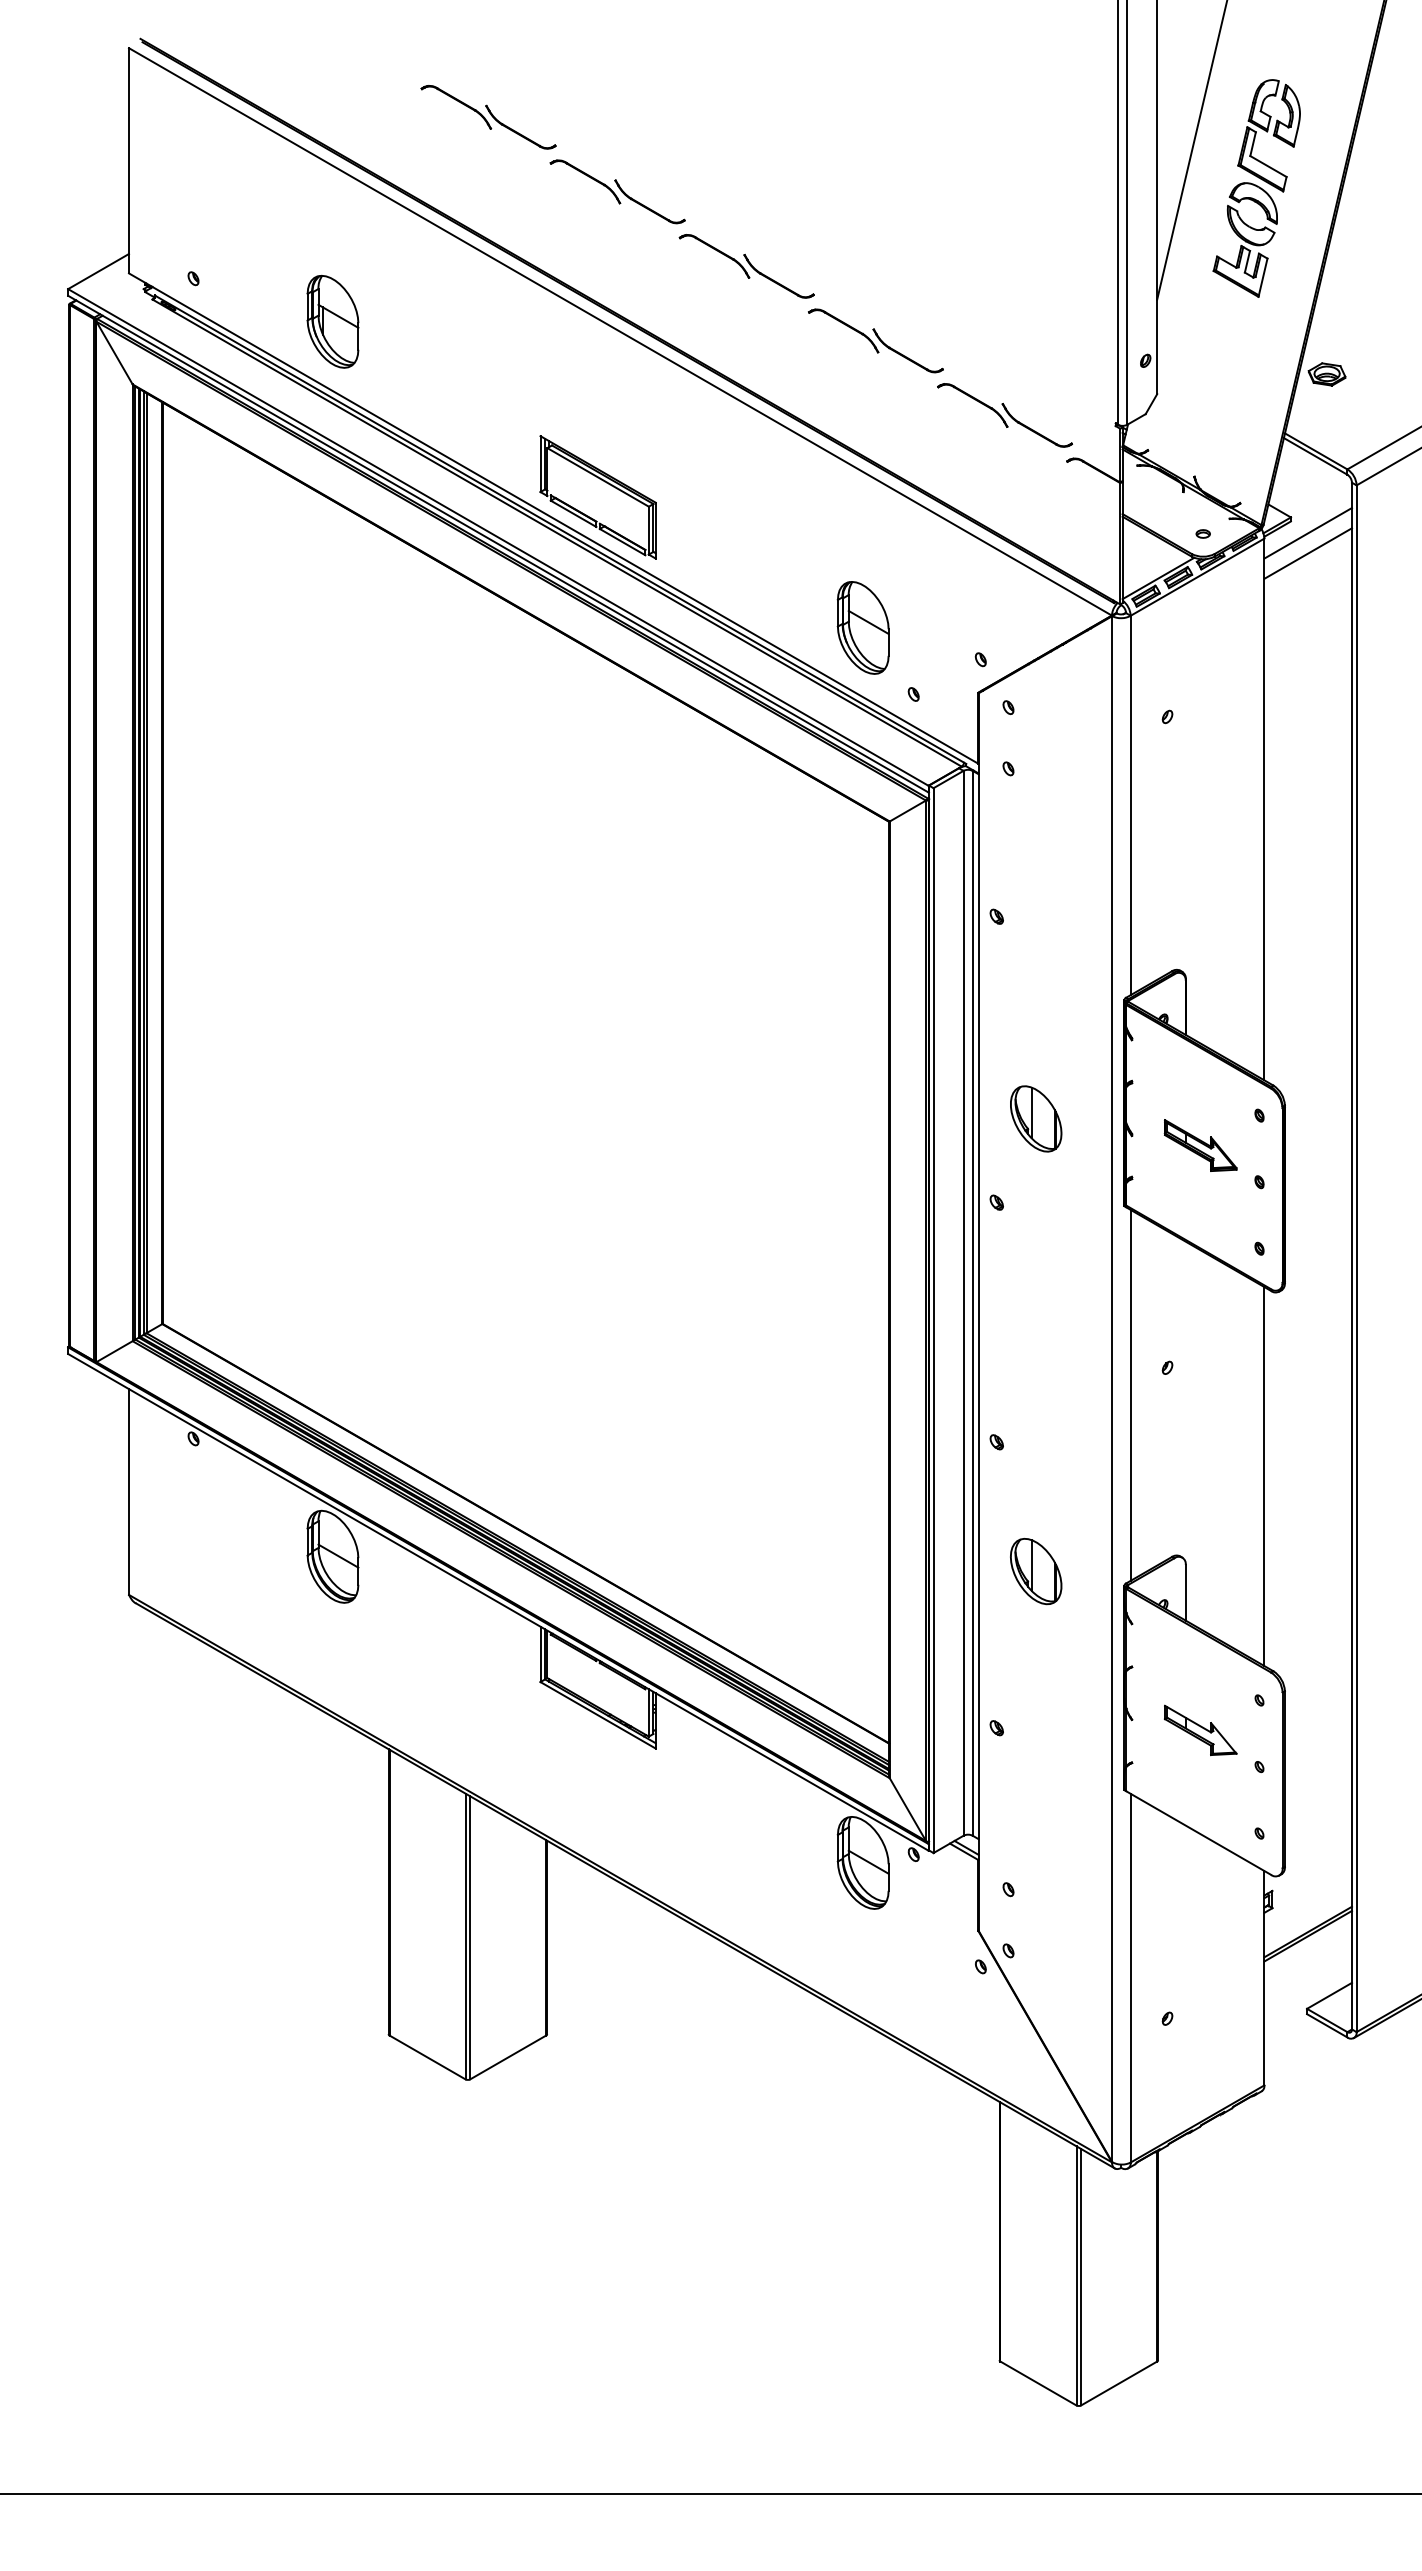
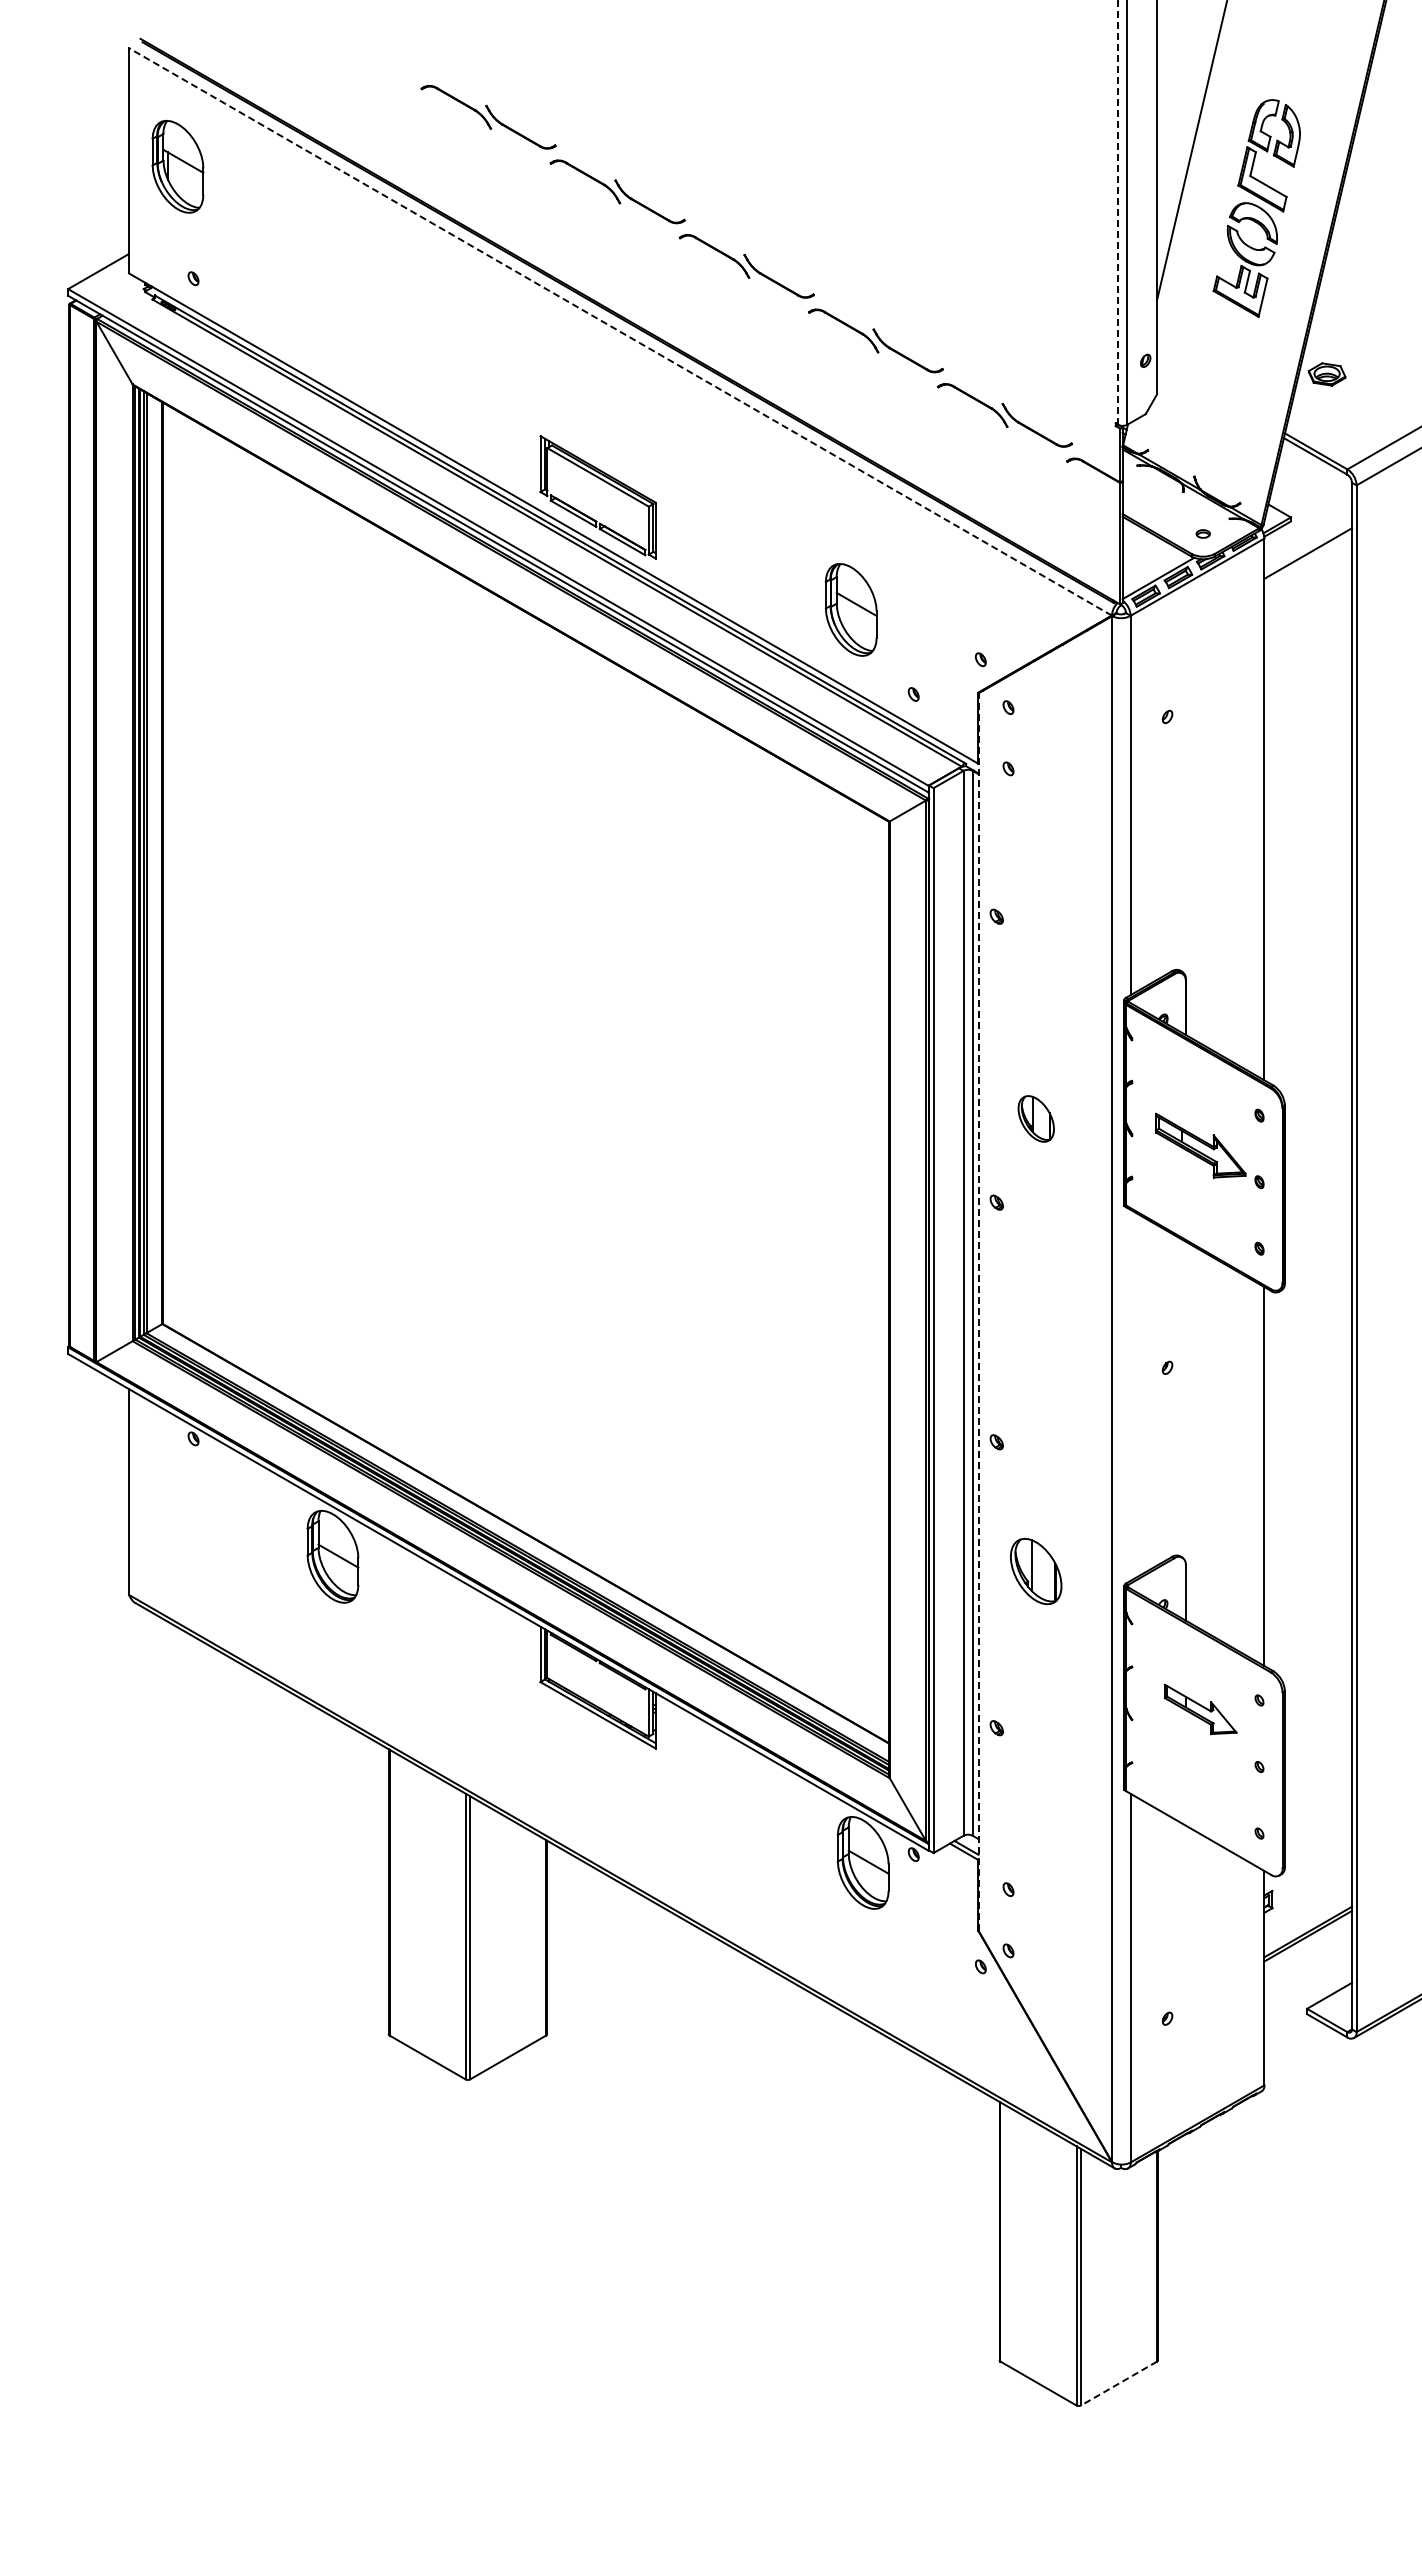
part at (1256, 188) position: (1256, 188) -> (1256, 208)
line at (1118, 212): solid -> dashed
part at (332, 321) position: (332, 321) -> (177, 166)
line at (620, 331): solid -> dashed
line at (1308, 533): present -> none
part at (862, 627) position: (862, 627) -> (850, 609)
part at (1036, 1118) size: 53x68 px -> 38x48 px
part at (1200, 1145) size: 75x53 px -> 92x67 px
line at (978, 1311): solid -> dashed
line at (1130, 1394): present -> none
part at (1200, 1730) position: (1200, 1730) -> (1200, 1709)
line at (1119, 2383): solid -> dashed
line at (710, 2493): present -> none
